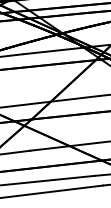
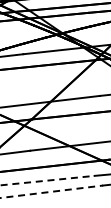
line at (47, 180): solid -> dashed
line at (51, 191): solid -> dashed
